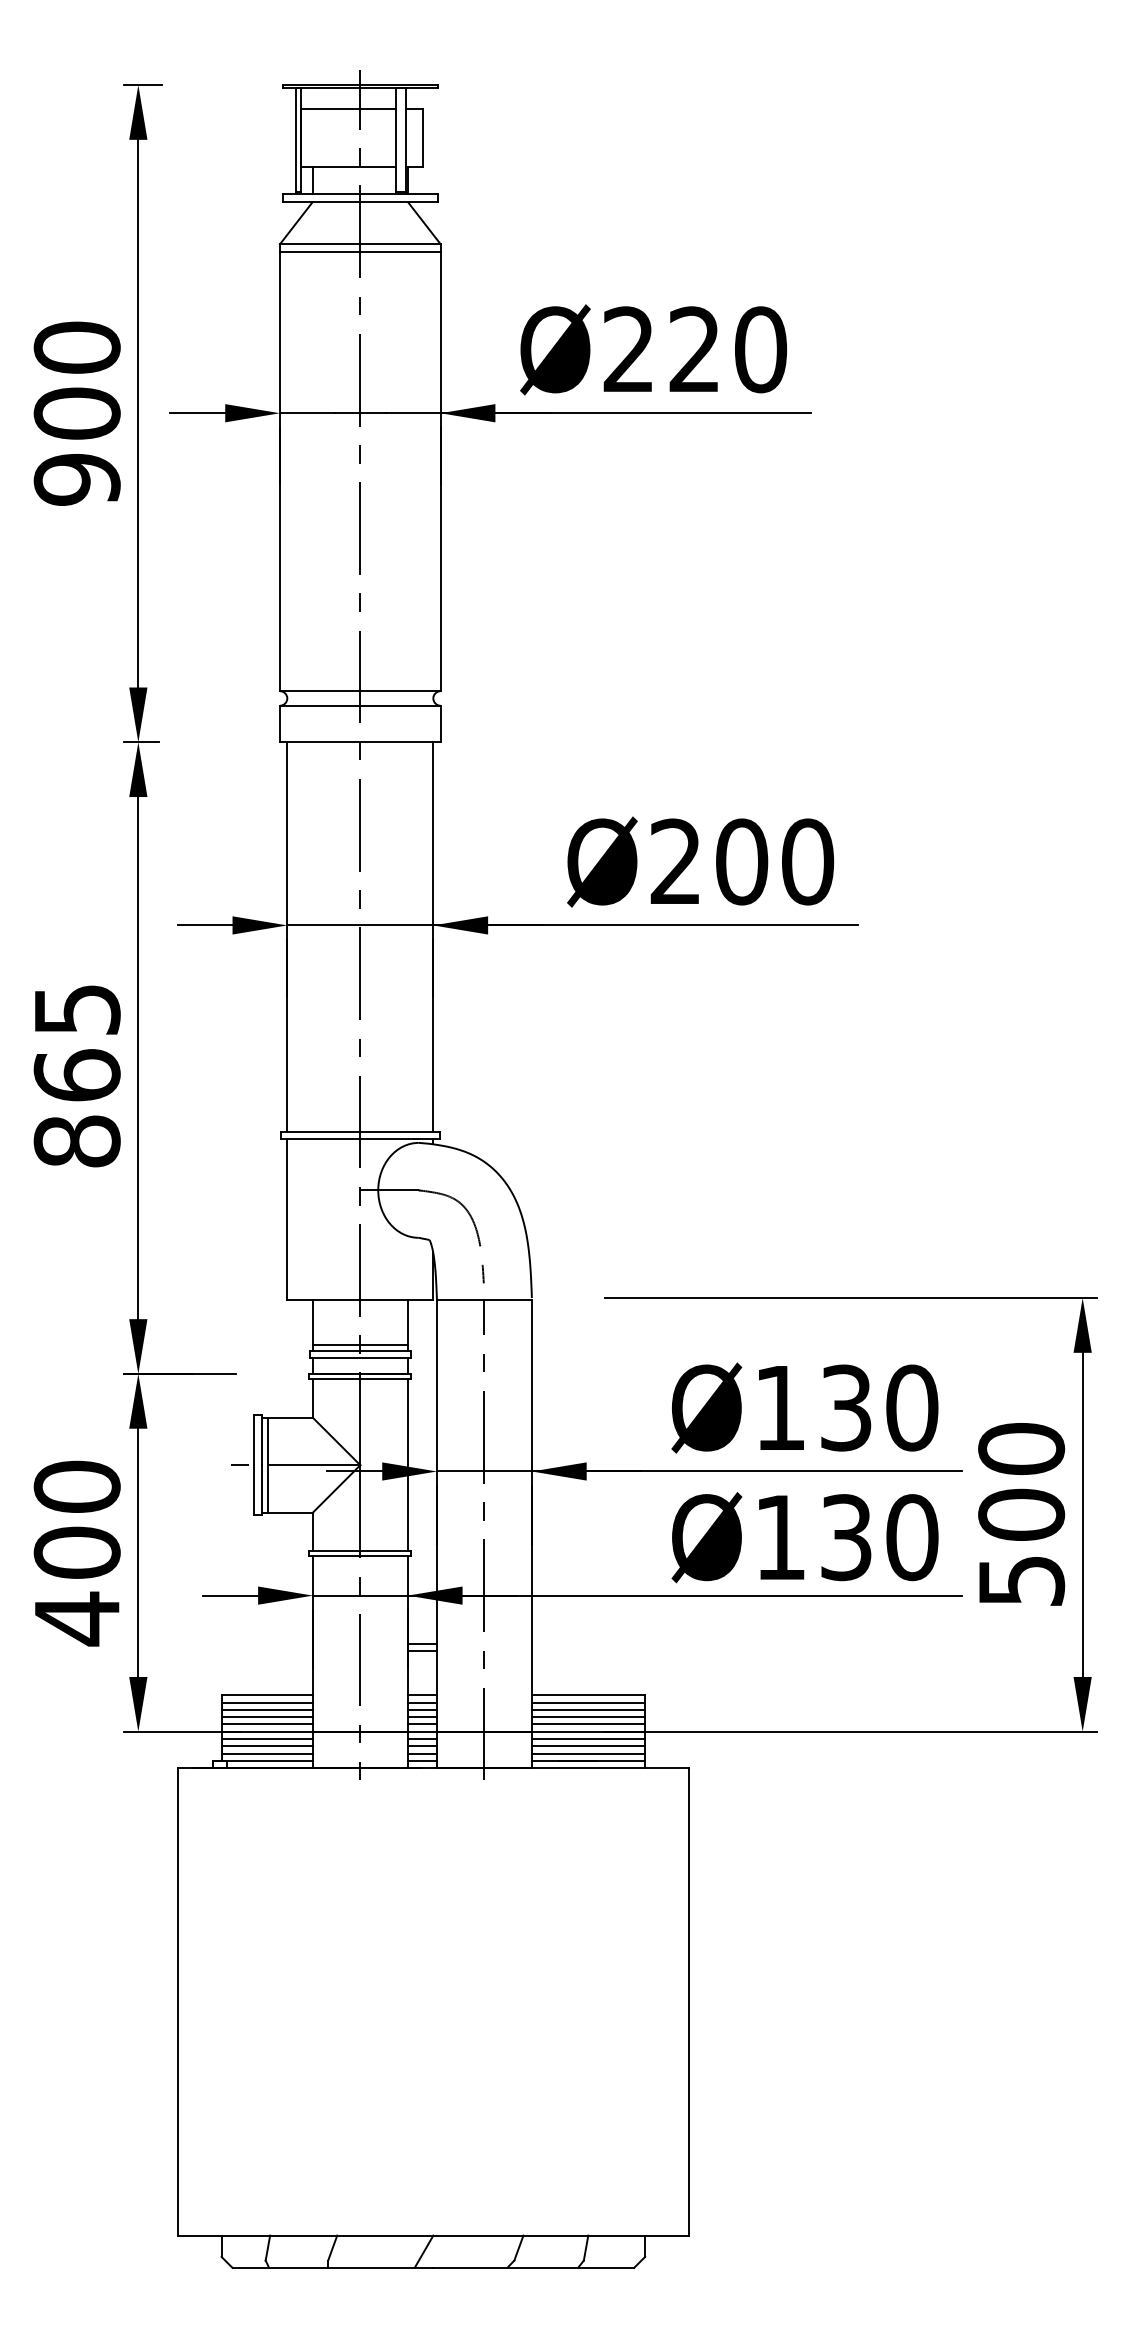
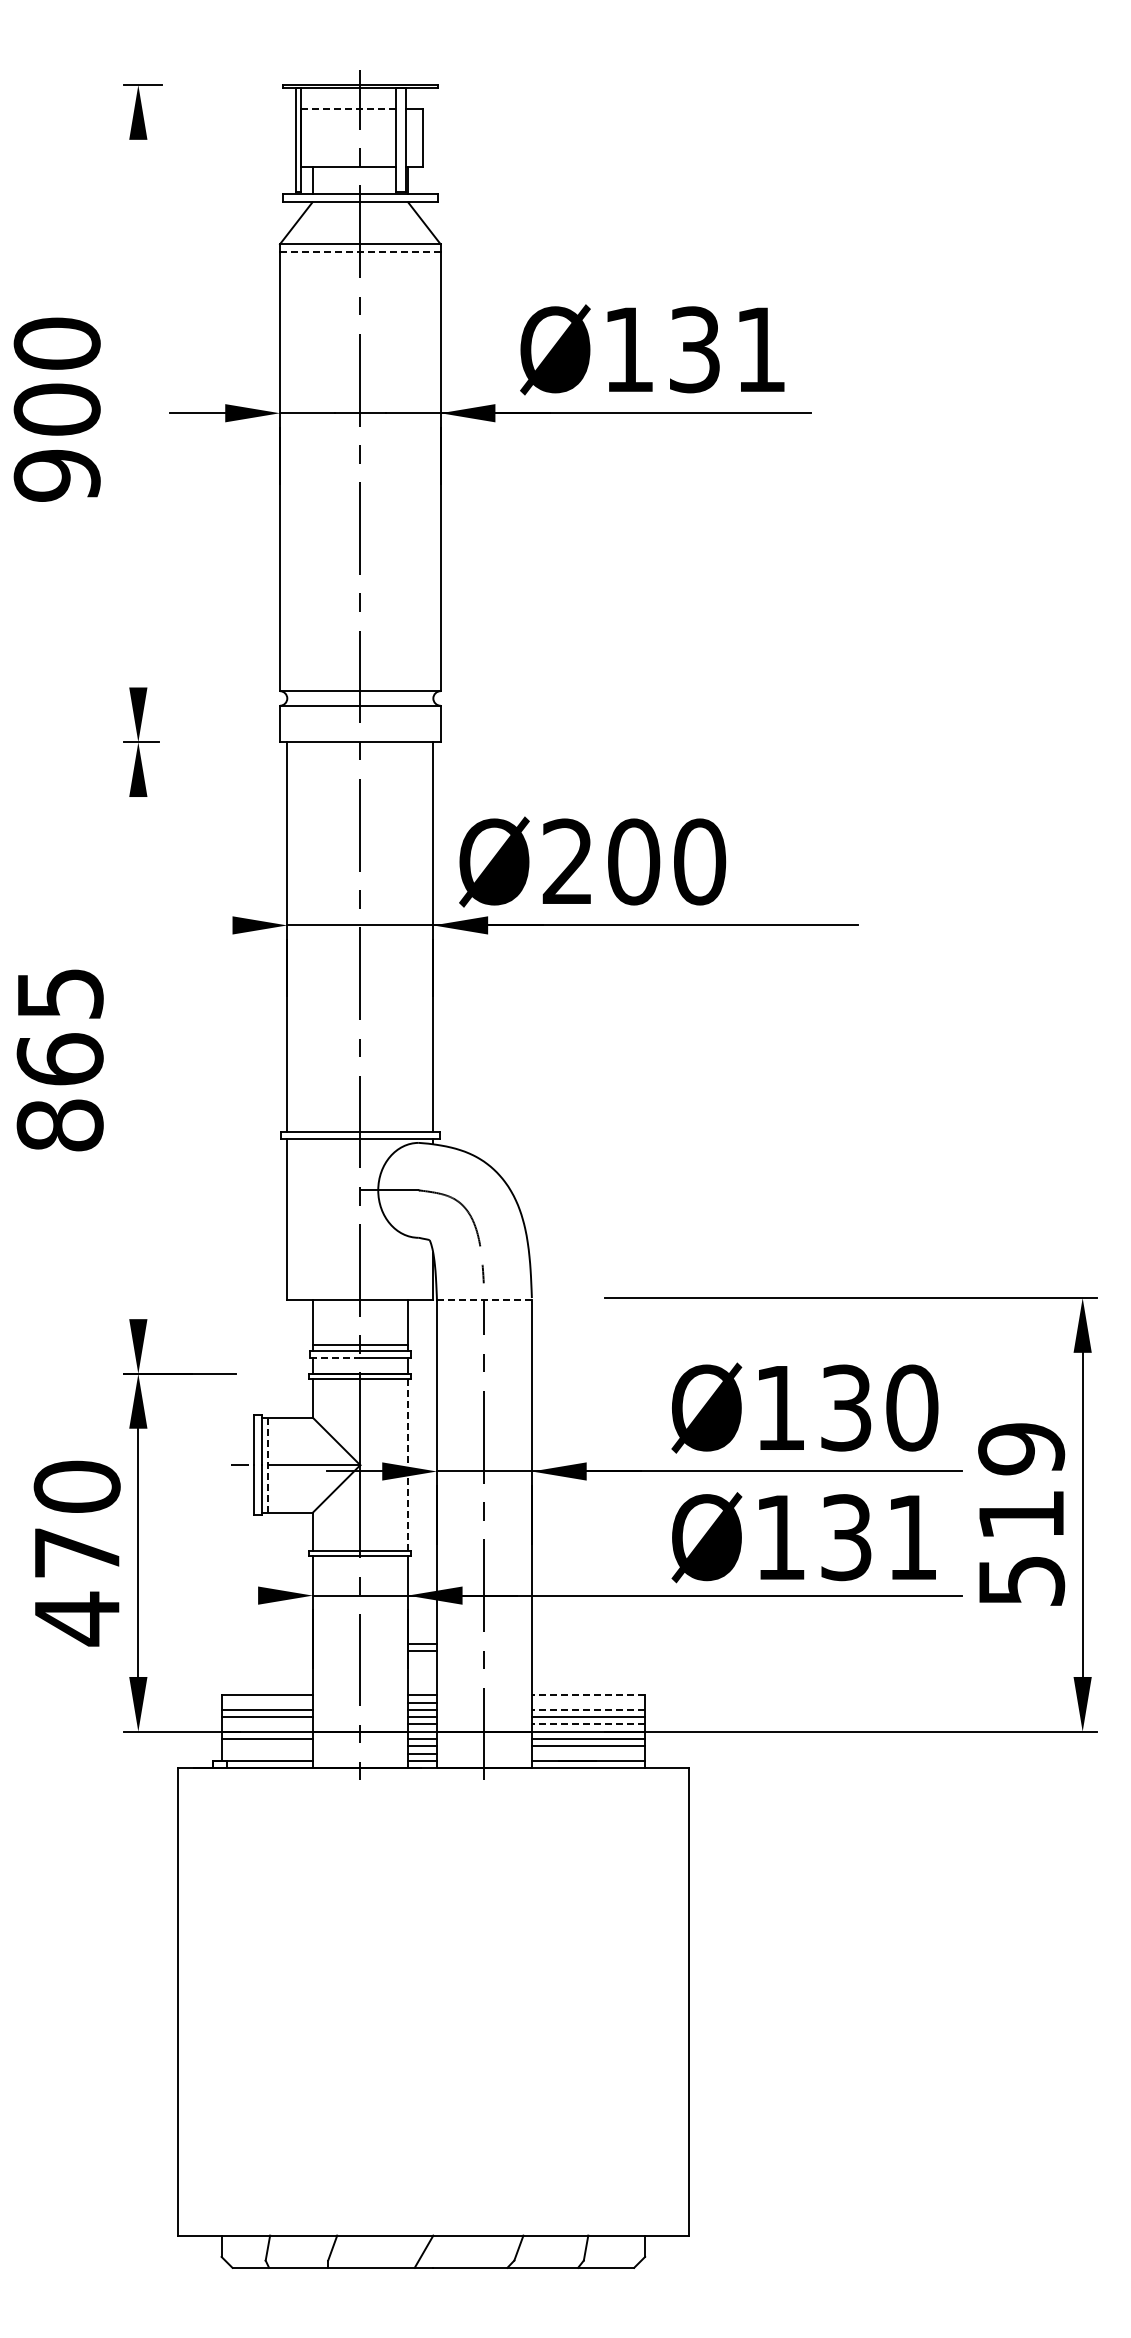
line at (348, 108): solid -> dashed
line at (360, 251): solid -> dashed
text at (695, 349): Ø220 -> Ø131
text at (76, 413) position: (76, 413) -> (56, 409)
line at (138, 413): present -> none
text at (700, 861) position: (700, 861) -> (592, 861)
line at (204, 925): present -> none
line at (138, 1058): present -> none
text at (76, 1076) position: (76, 1076) -> (59, 1060)
line at (484, 1299): solid -> dashed
line at (335, 1358): solid -> dashed
line at (268, 1465): solid -> dashed
line at (407, 1465): solid -> dashed
text at (1021, 1481): 500 -> 519
text at (912, 1537): Ø130 -> Ø131
text at (76, 1552): 400 -> 470
line at (230, 1595): present -> none
line at (588, 1695): solid -> dashed
line at (266, 1702): present -> none
line at (588, 1702): present -> none
line at (588, 1709): solid -> dashed
line at (266, 1724): present -> none
line at (588, 1724): solid -> dashed
line at (266, 1746): present -> none
line at (266, 1753): present -> none
line at (588, 1753): present -> none
